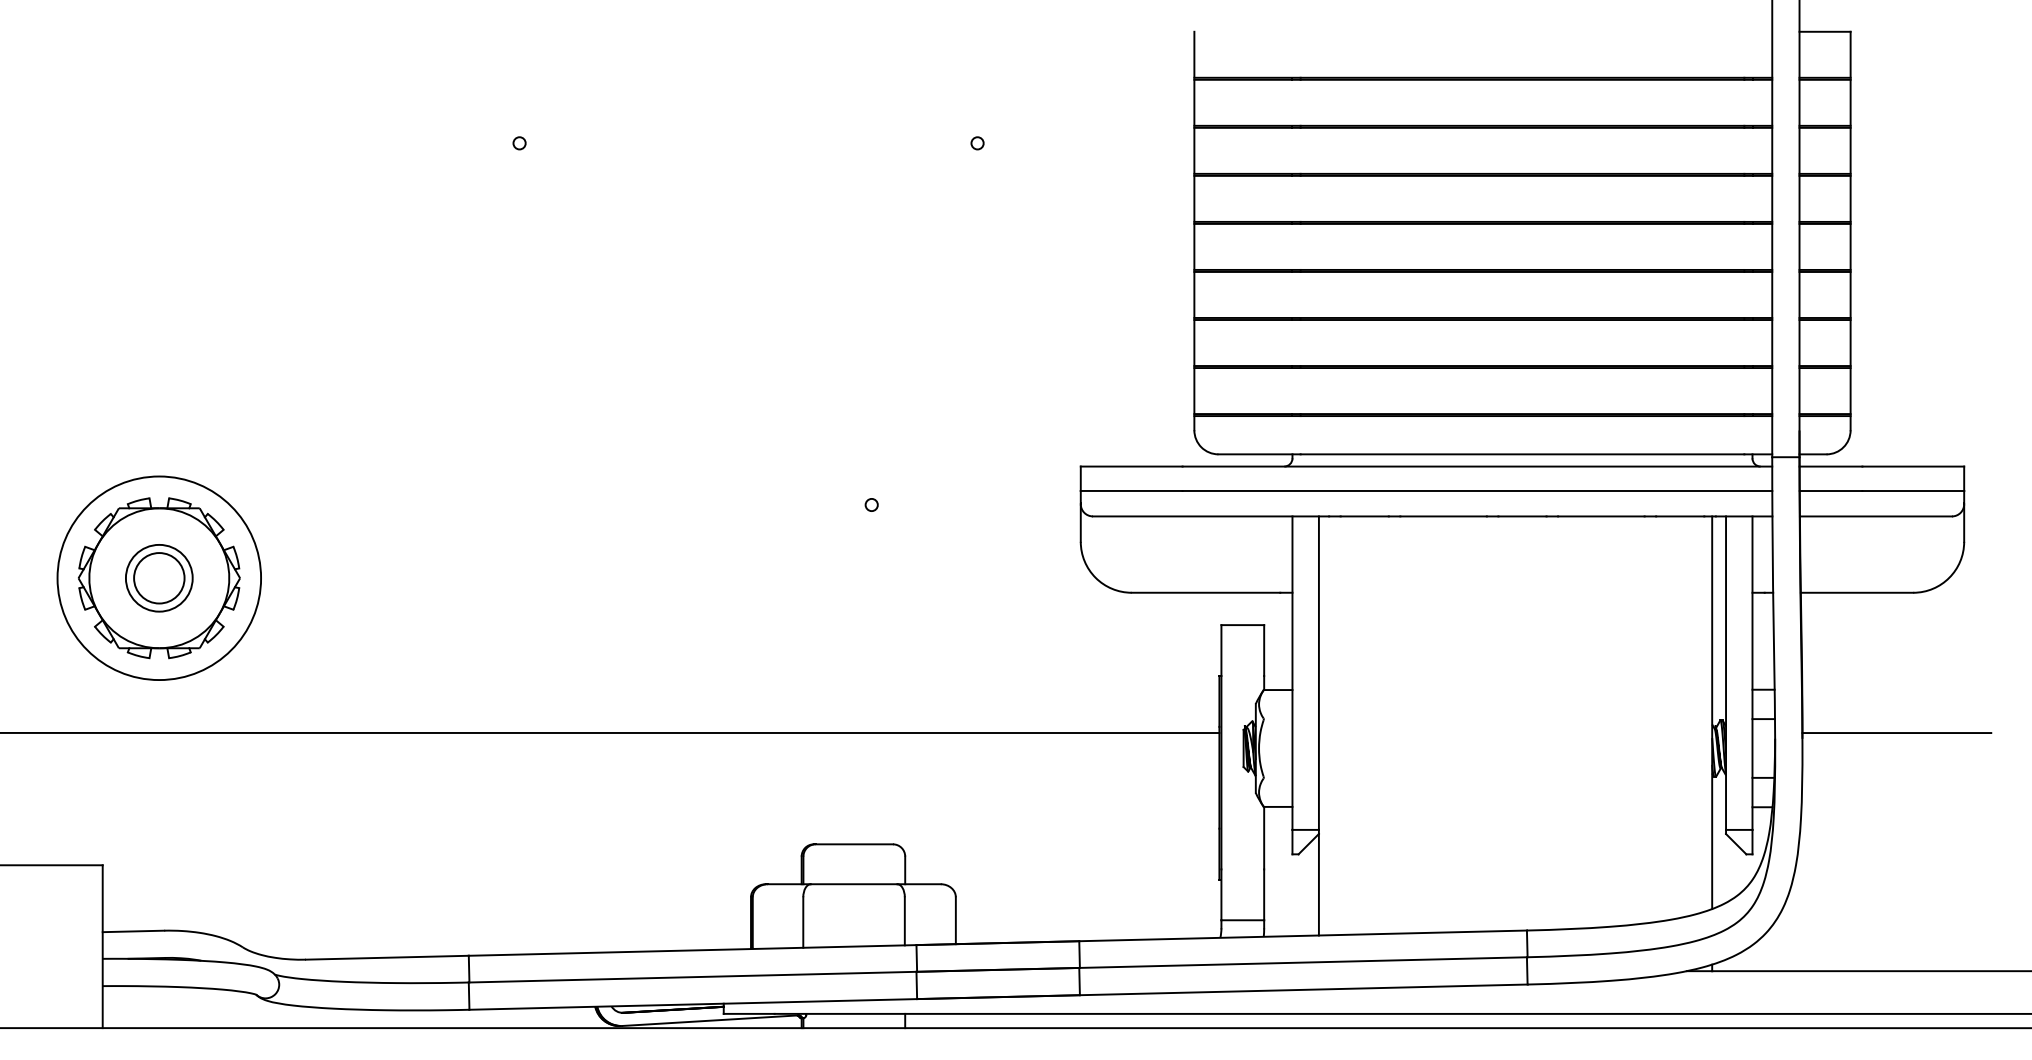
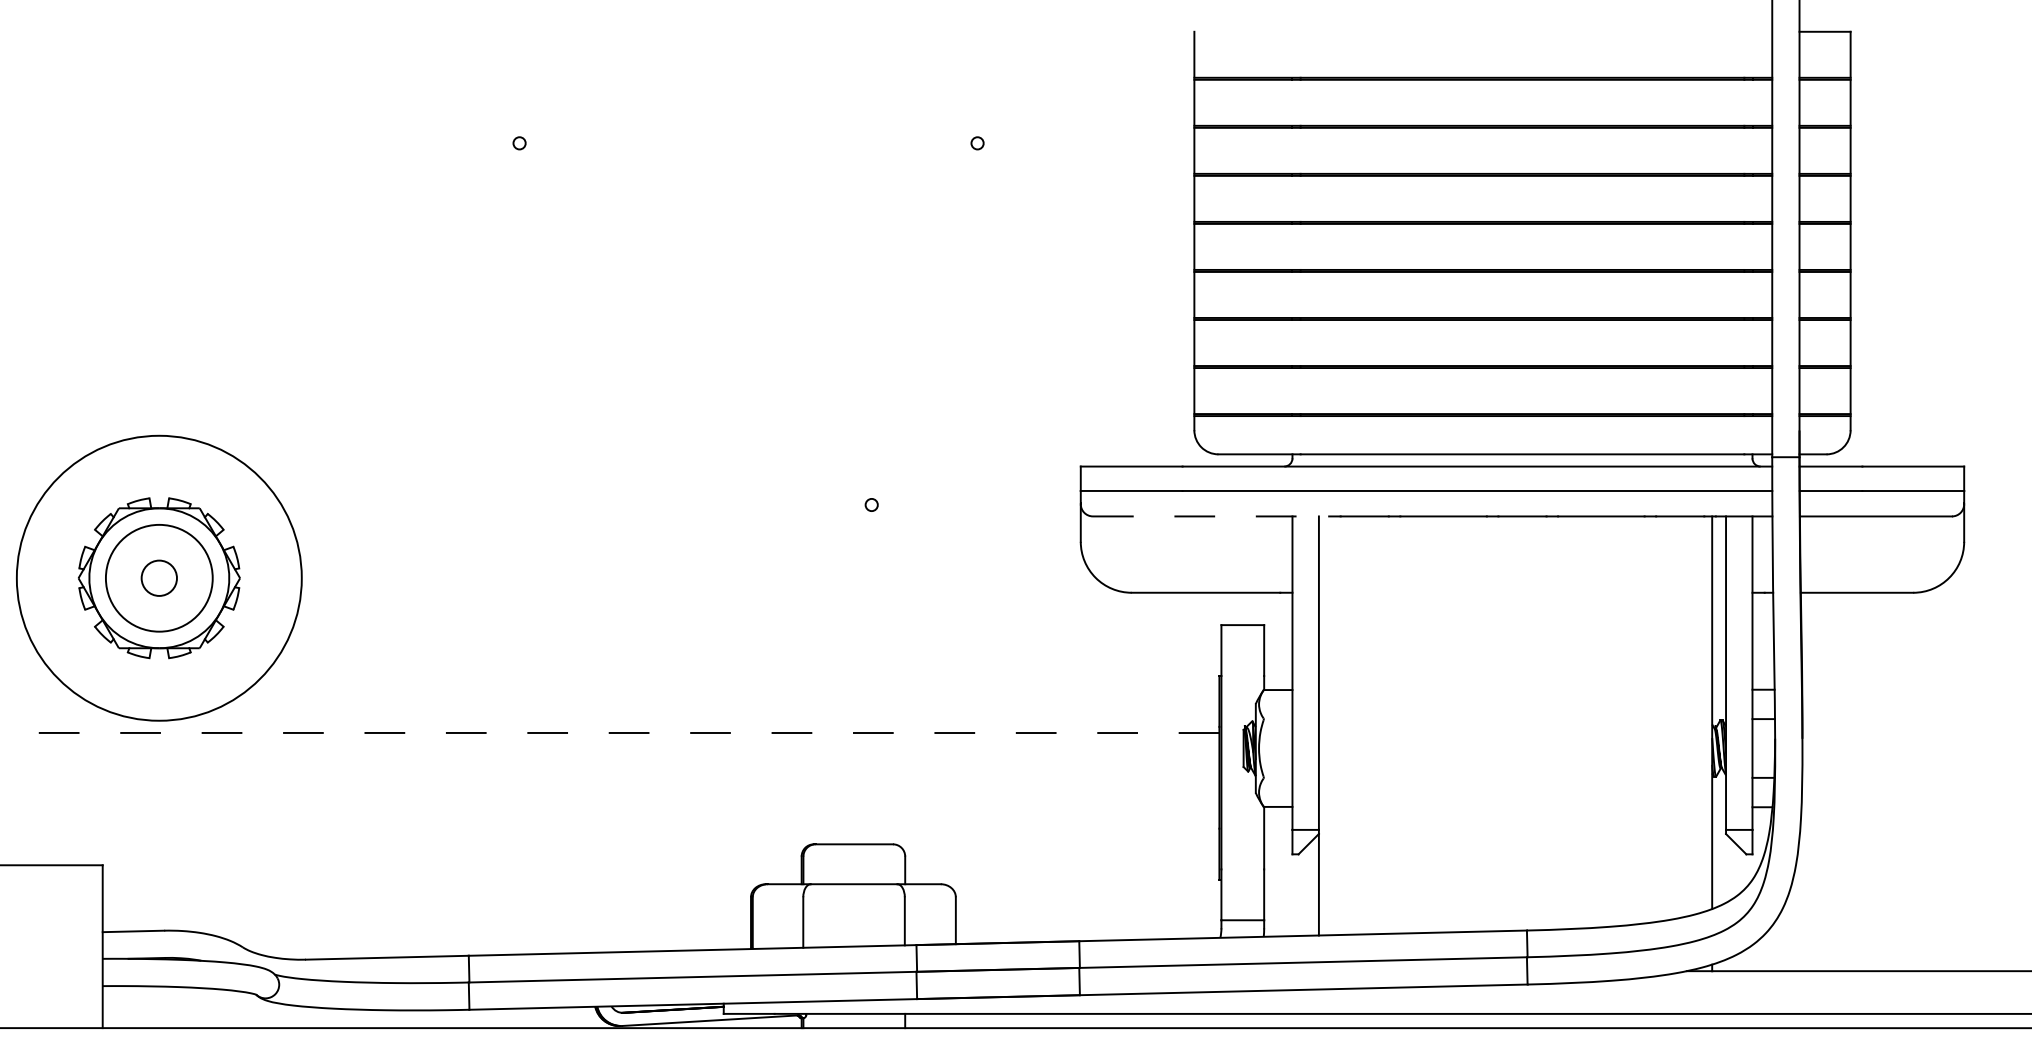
line at (1211, 516): solid -> dashed
circle at (158, 577) diameter: 67 px -> 107 px
circle at (159, 578) diameter: 204 px -> 285 px
circle at (159, 578) diameter: 50 px -> 35 px
line at (609, 732): solid -> dashed
line at (1896, 733): present -> none
